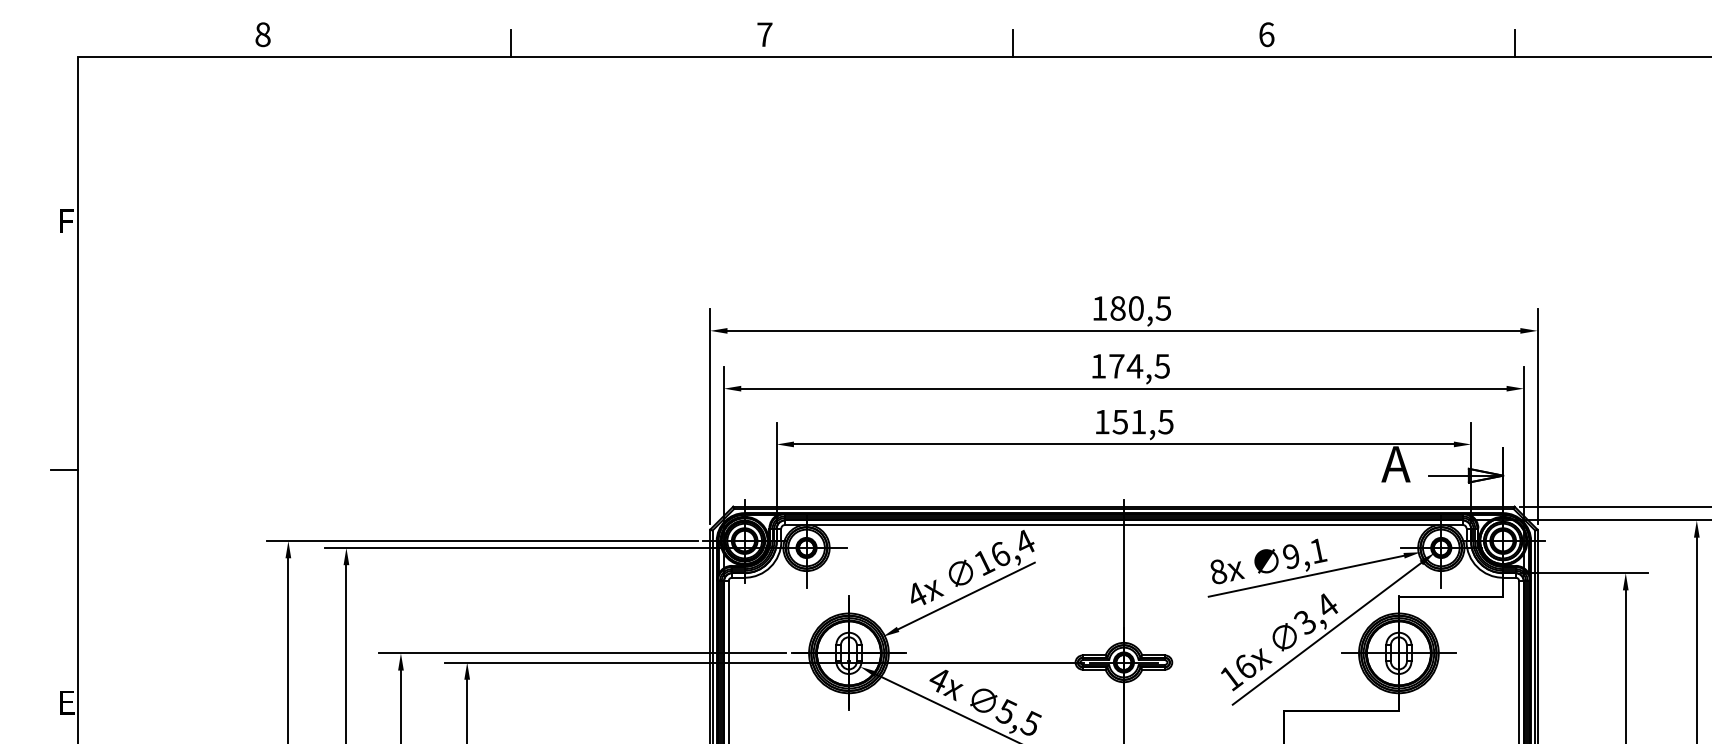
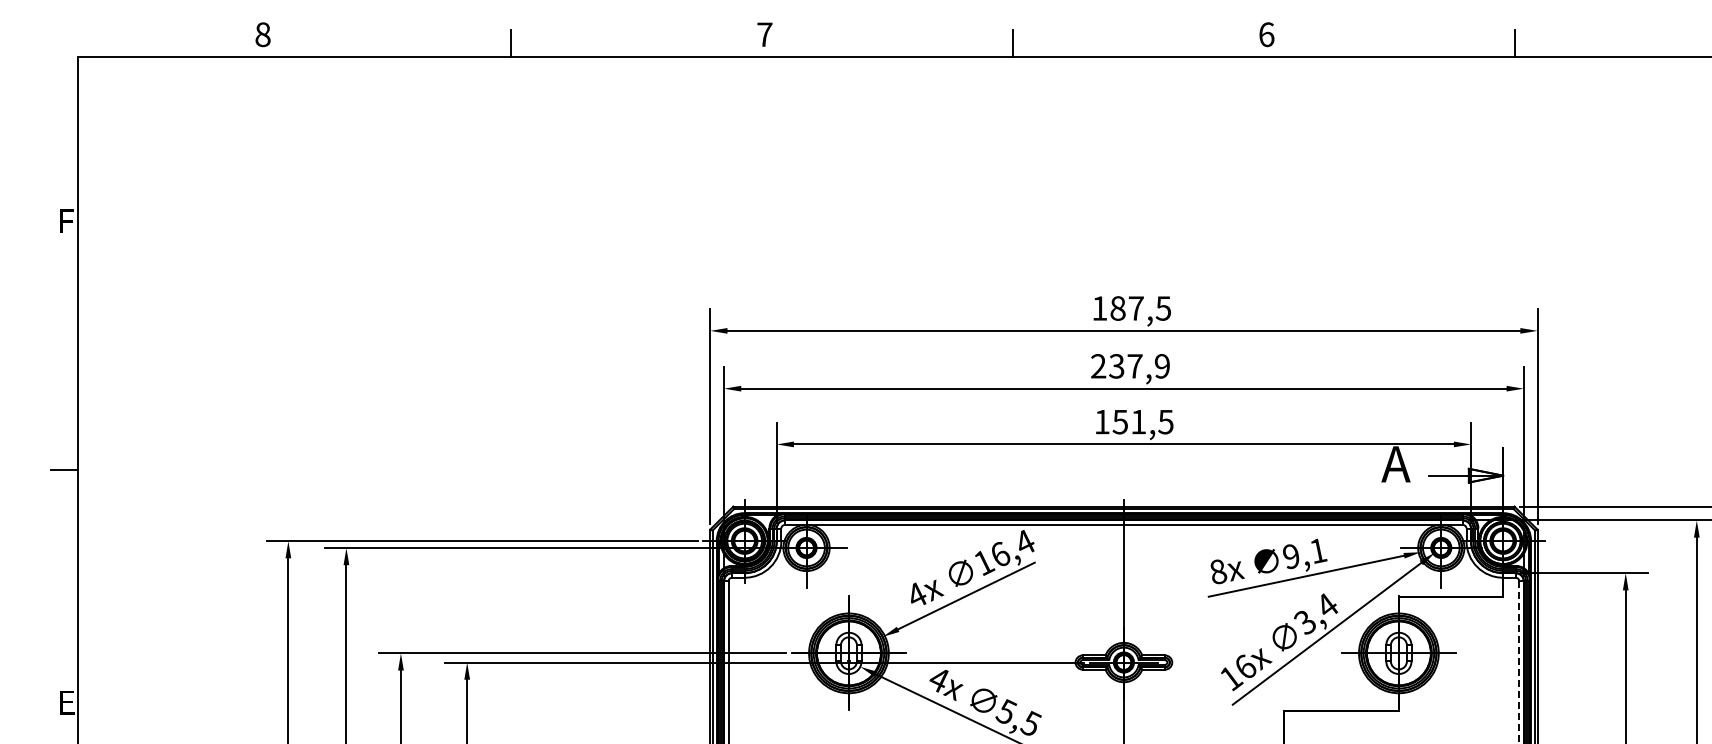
text at (1135, 308): 180,5 -> 187,5
text at (1130, 366): 174,5 -> 237,9
line at (1519, 662): solid -> dashed
